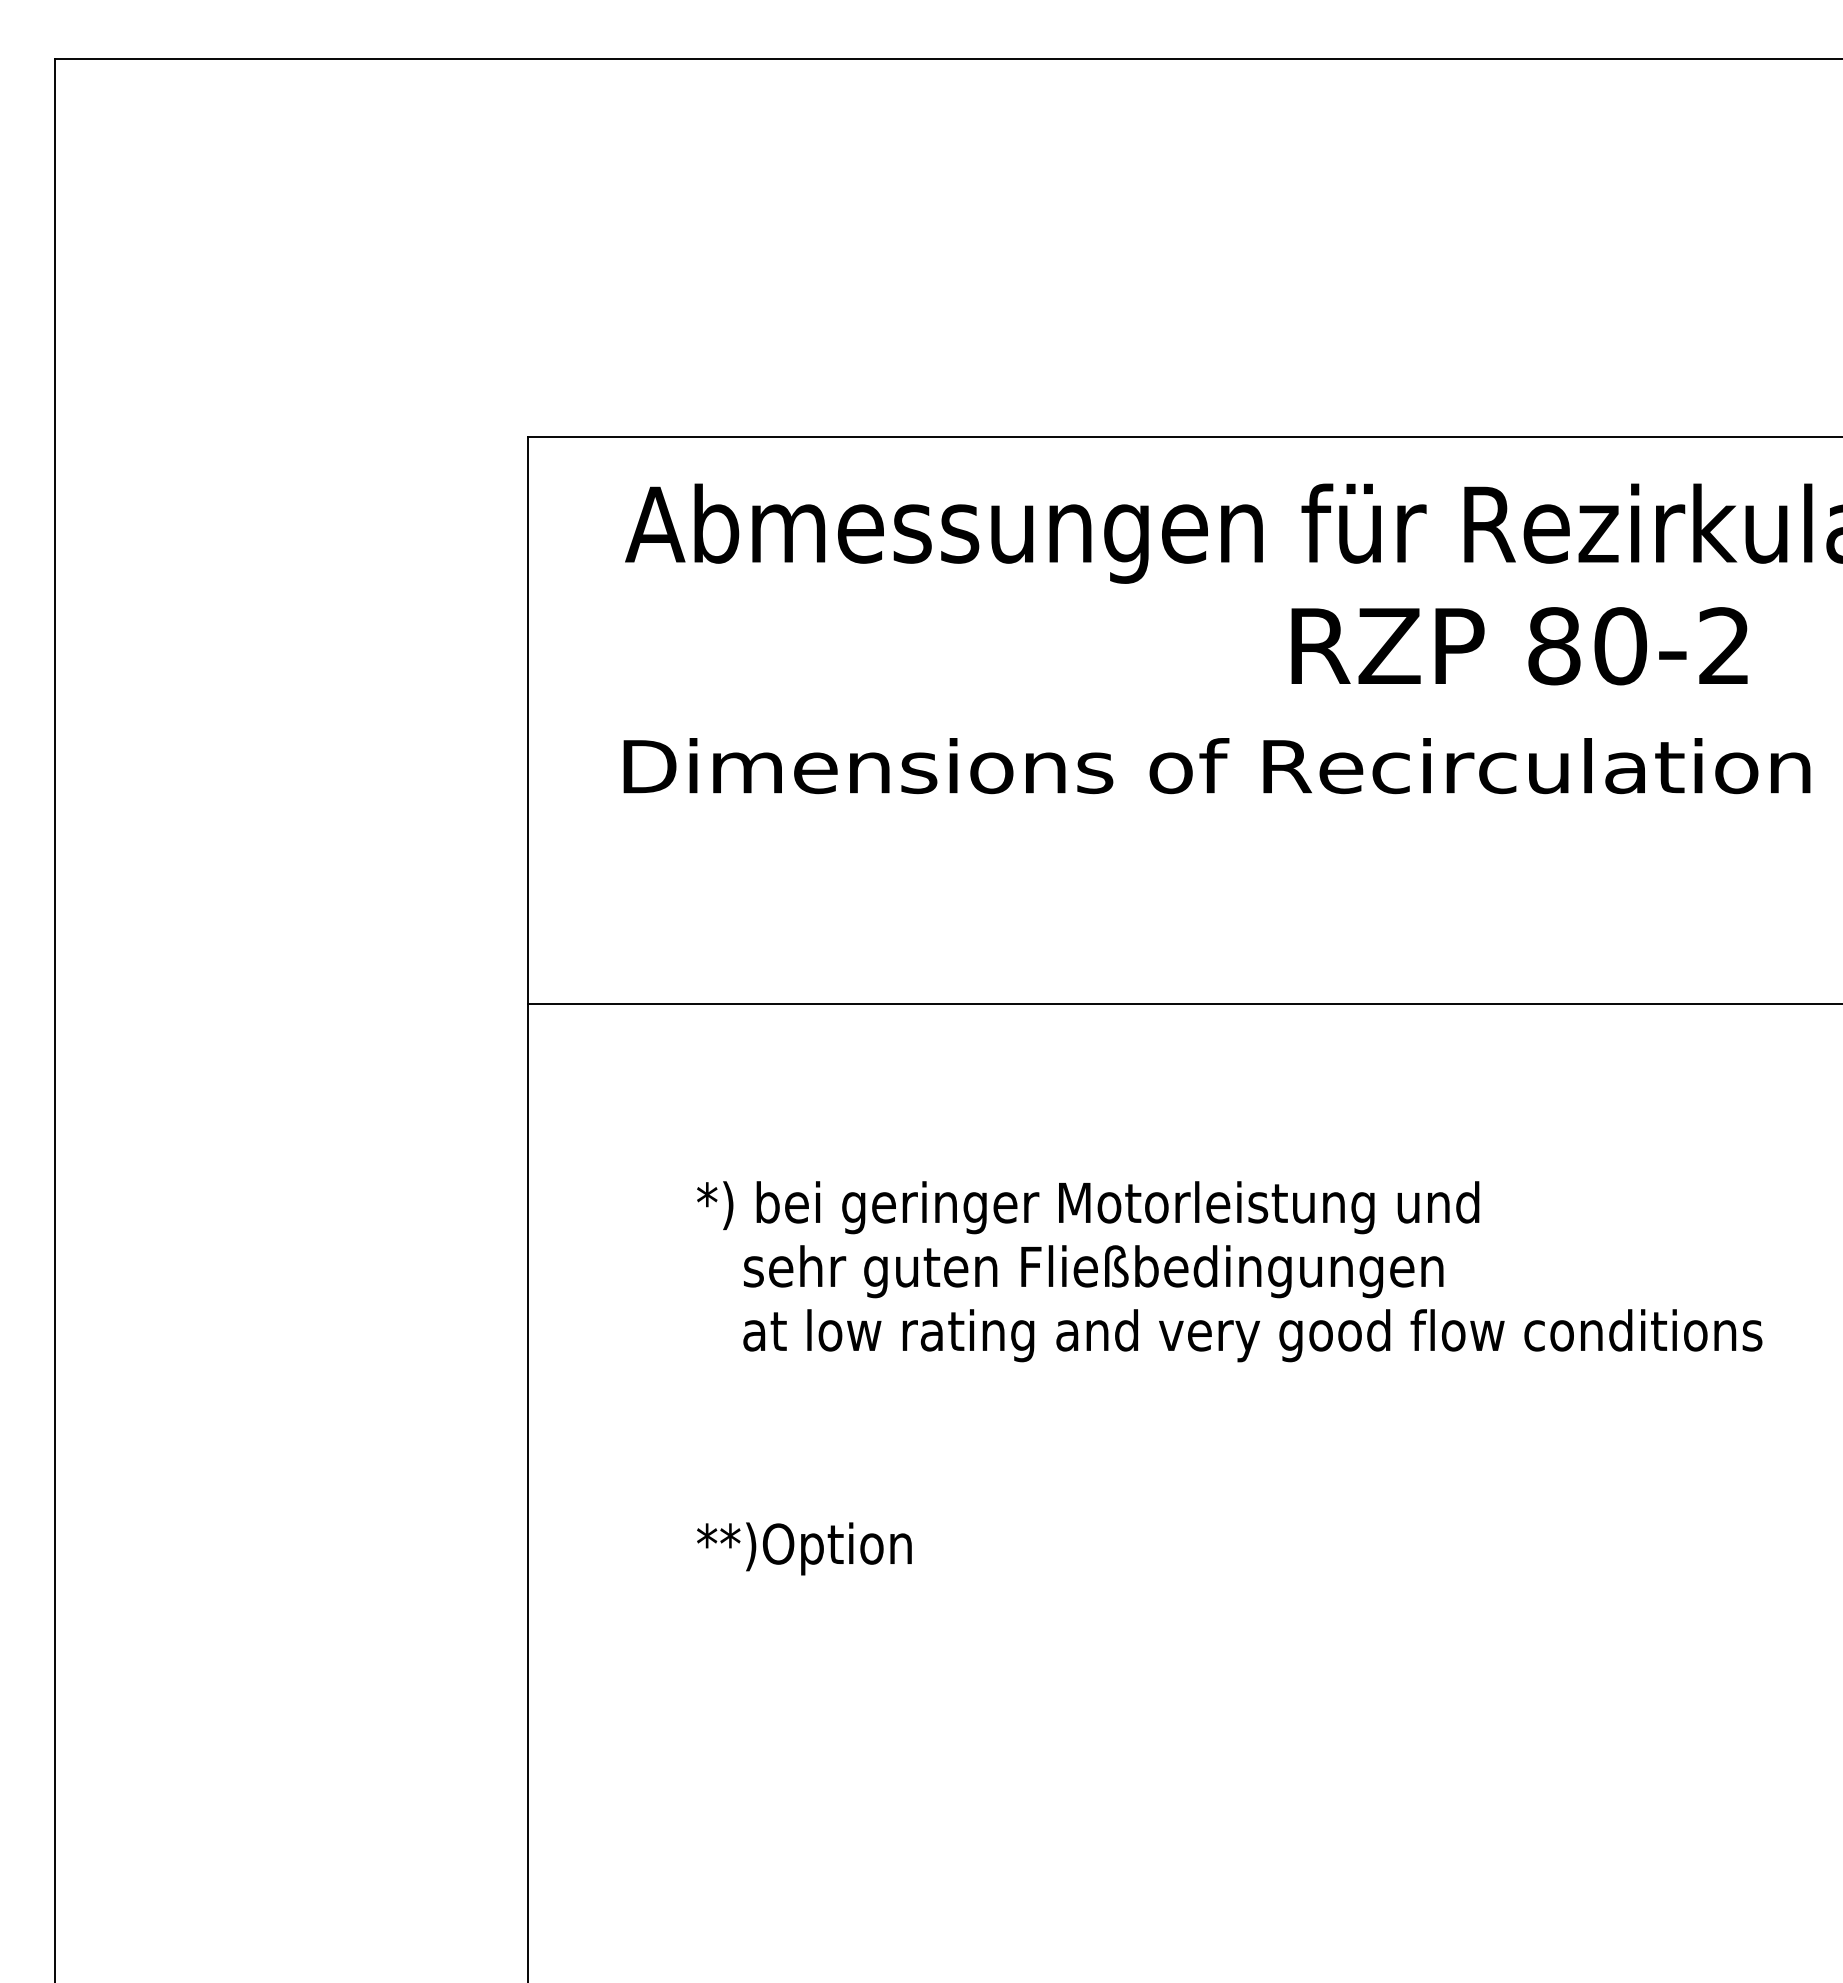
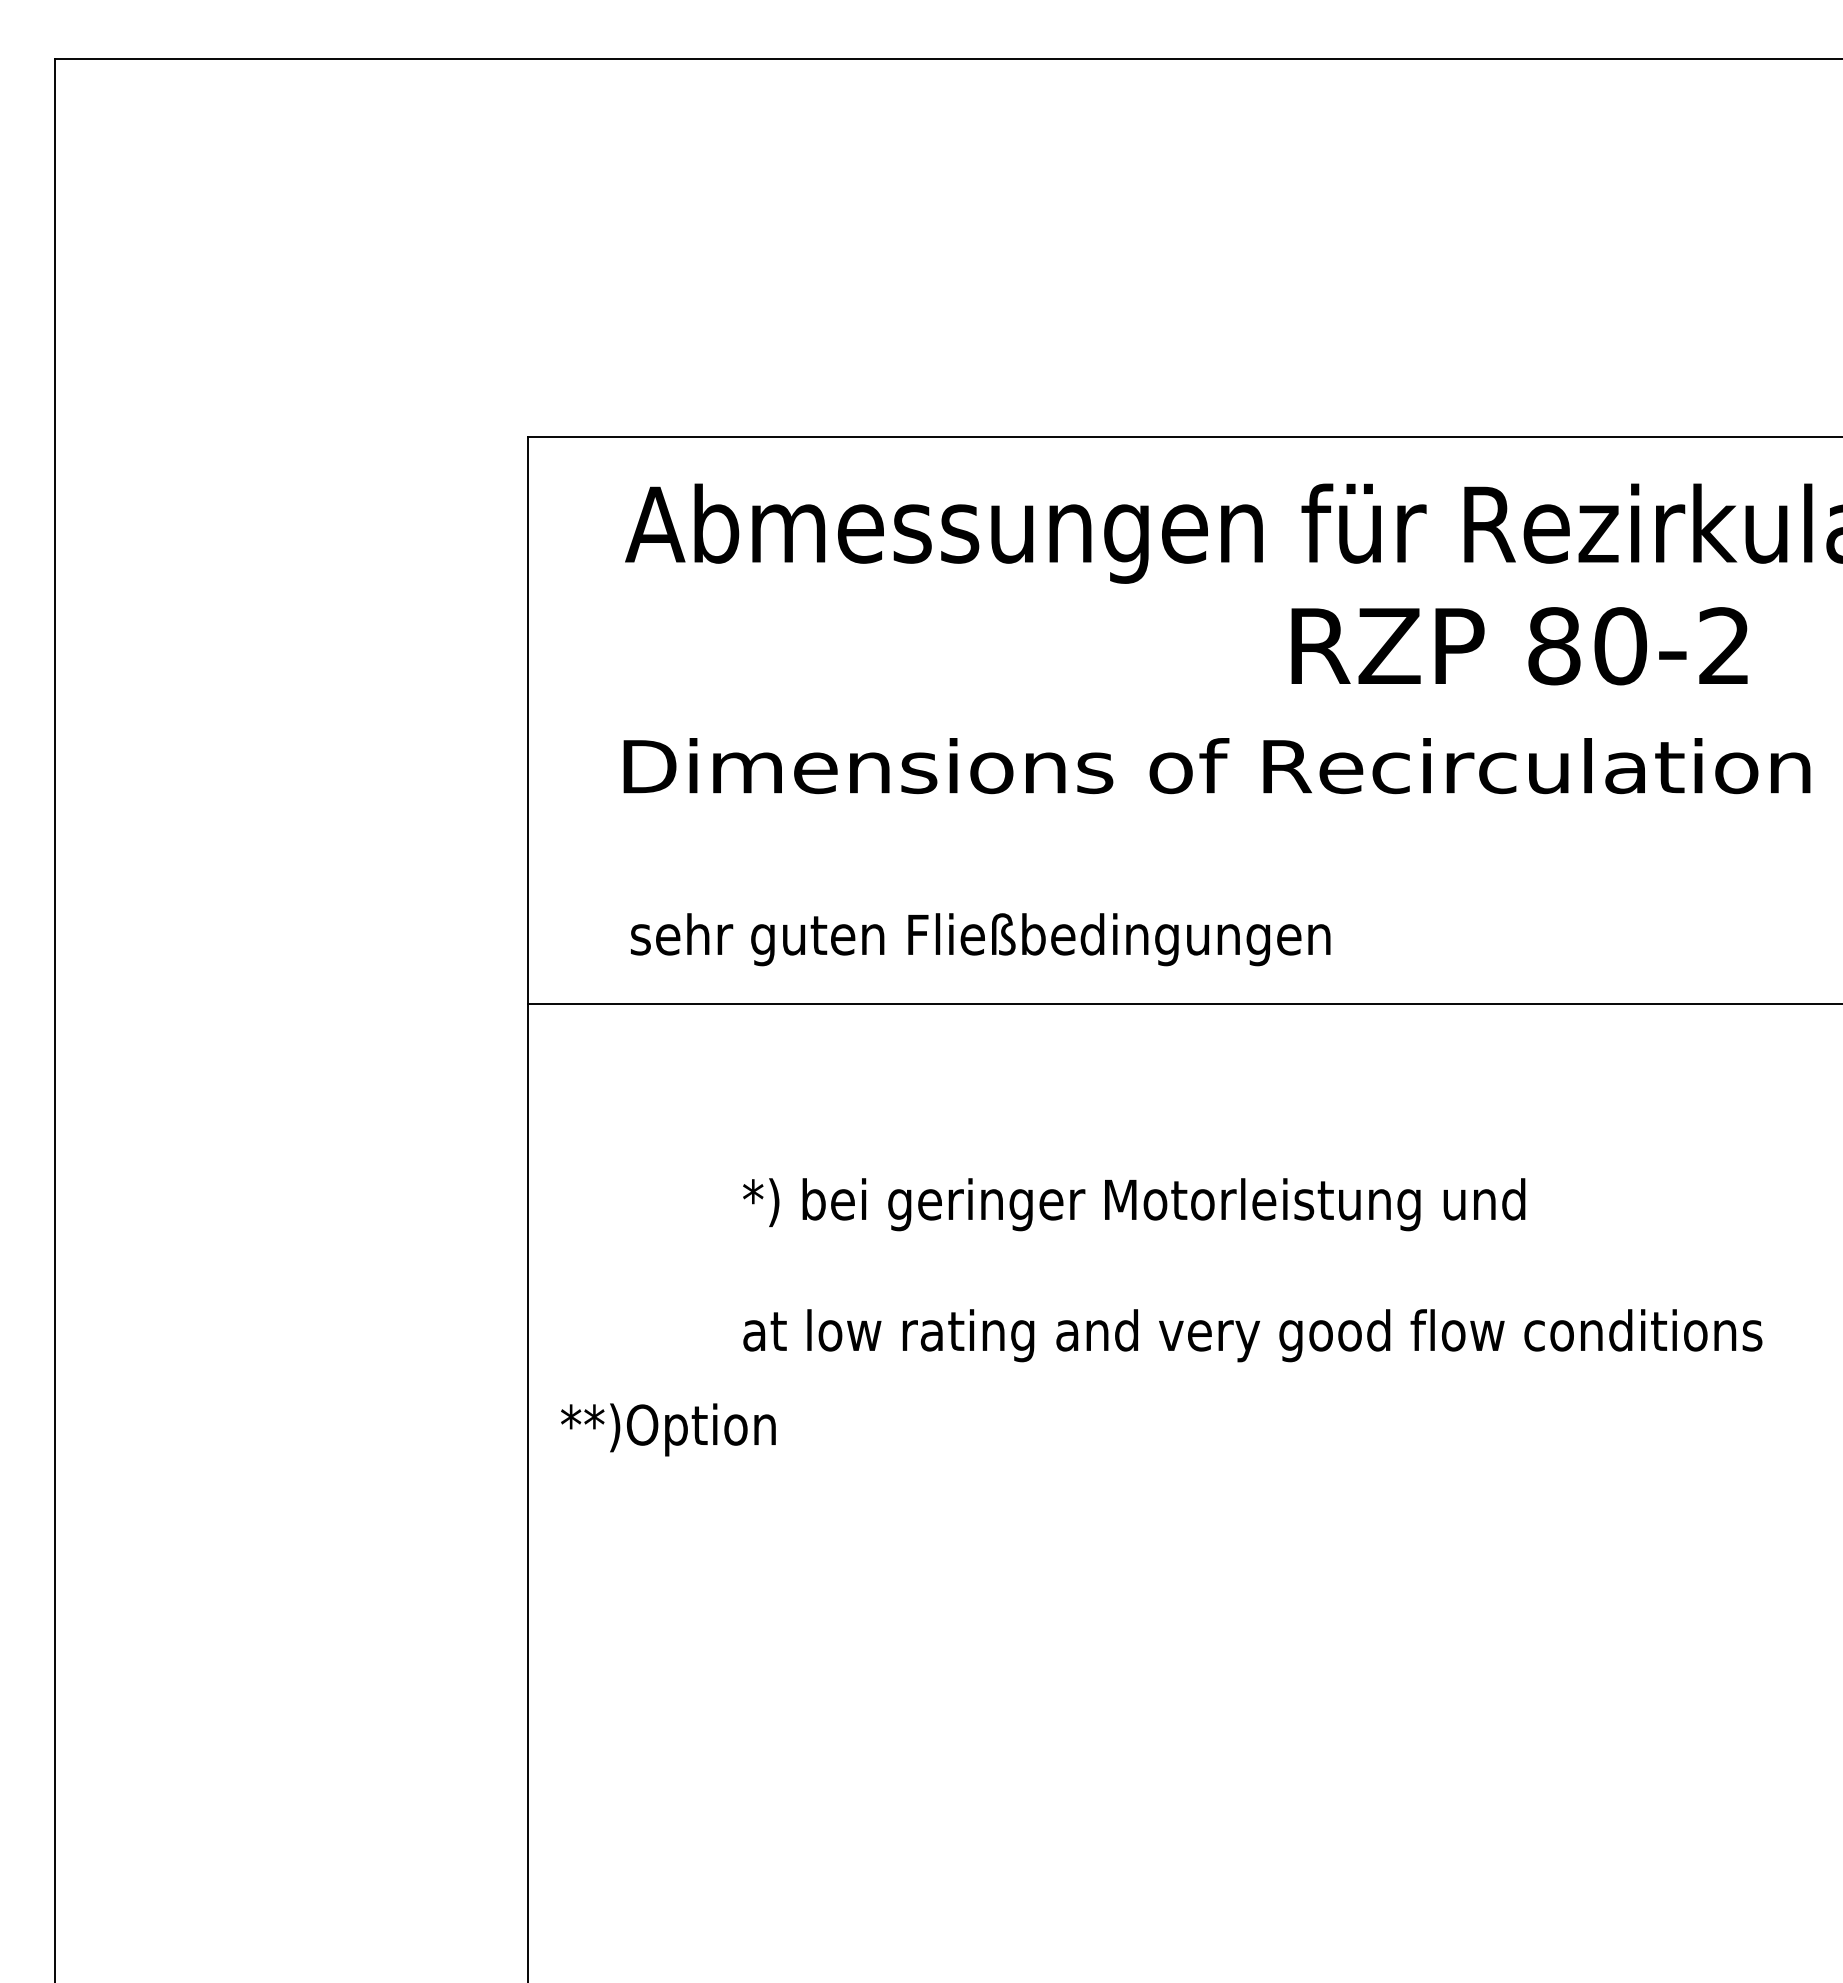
text at (1088, 1207) position: (1088, 1207) -> (1134, 1204)
text at (1093, 1271) position: (1093, 1271) -> (980, 939)
text at (804, 1548) position: (804, 1548) -> (668, 1429)
